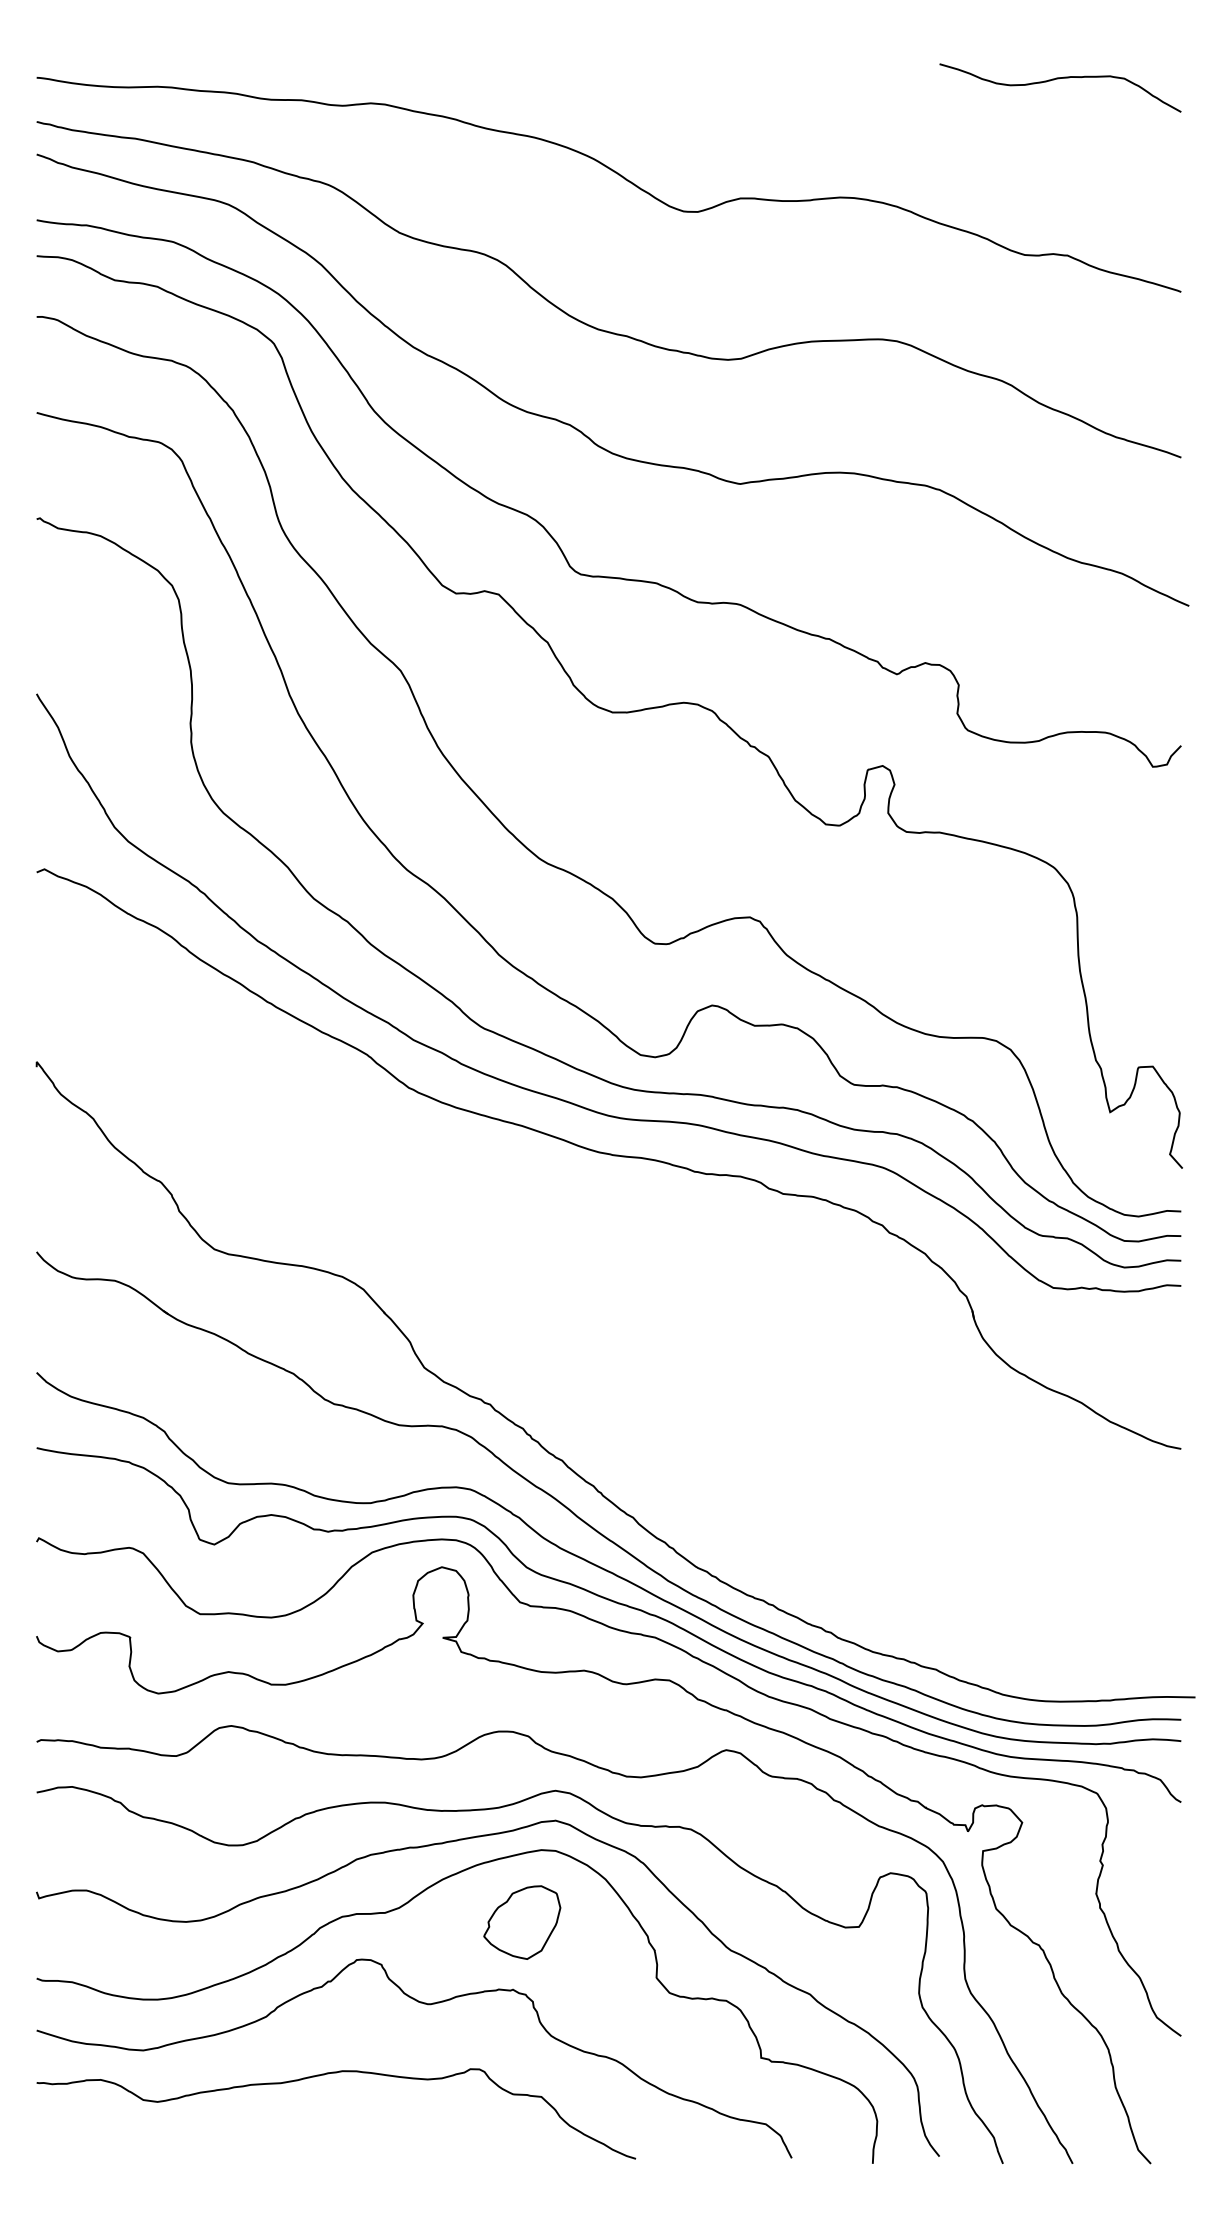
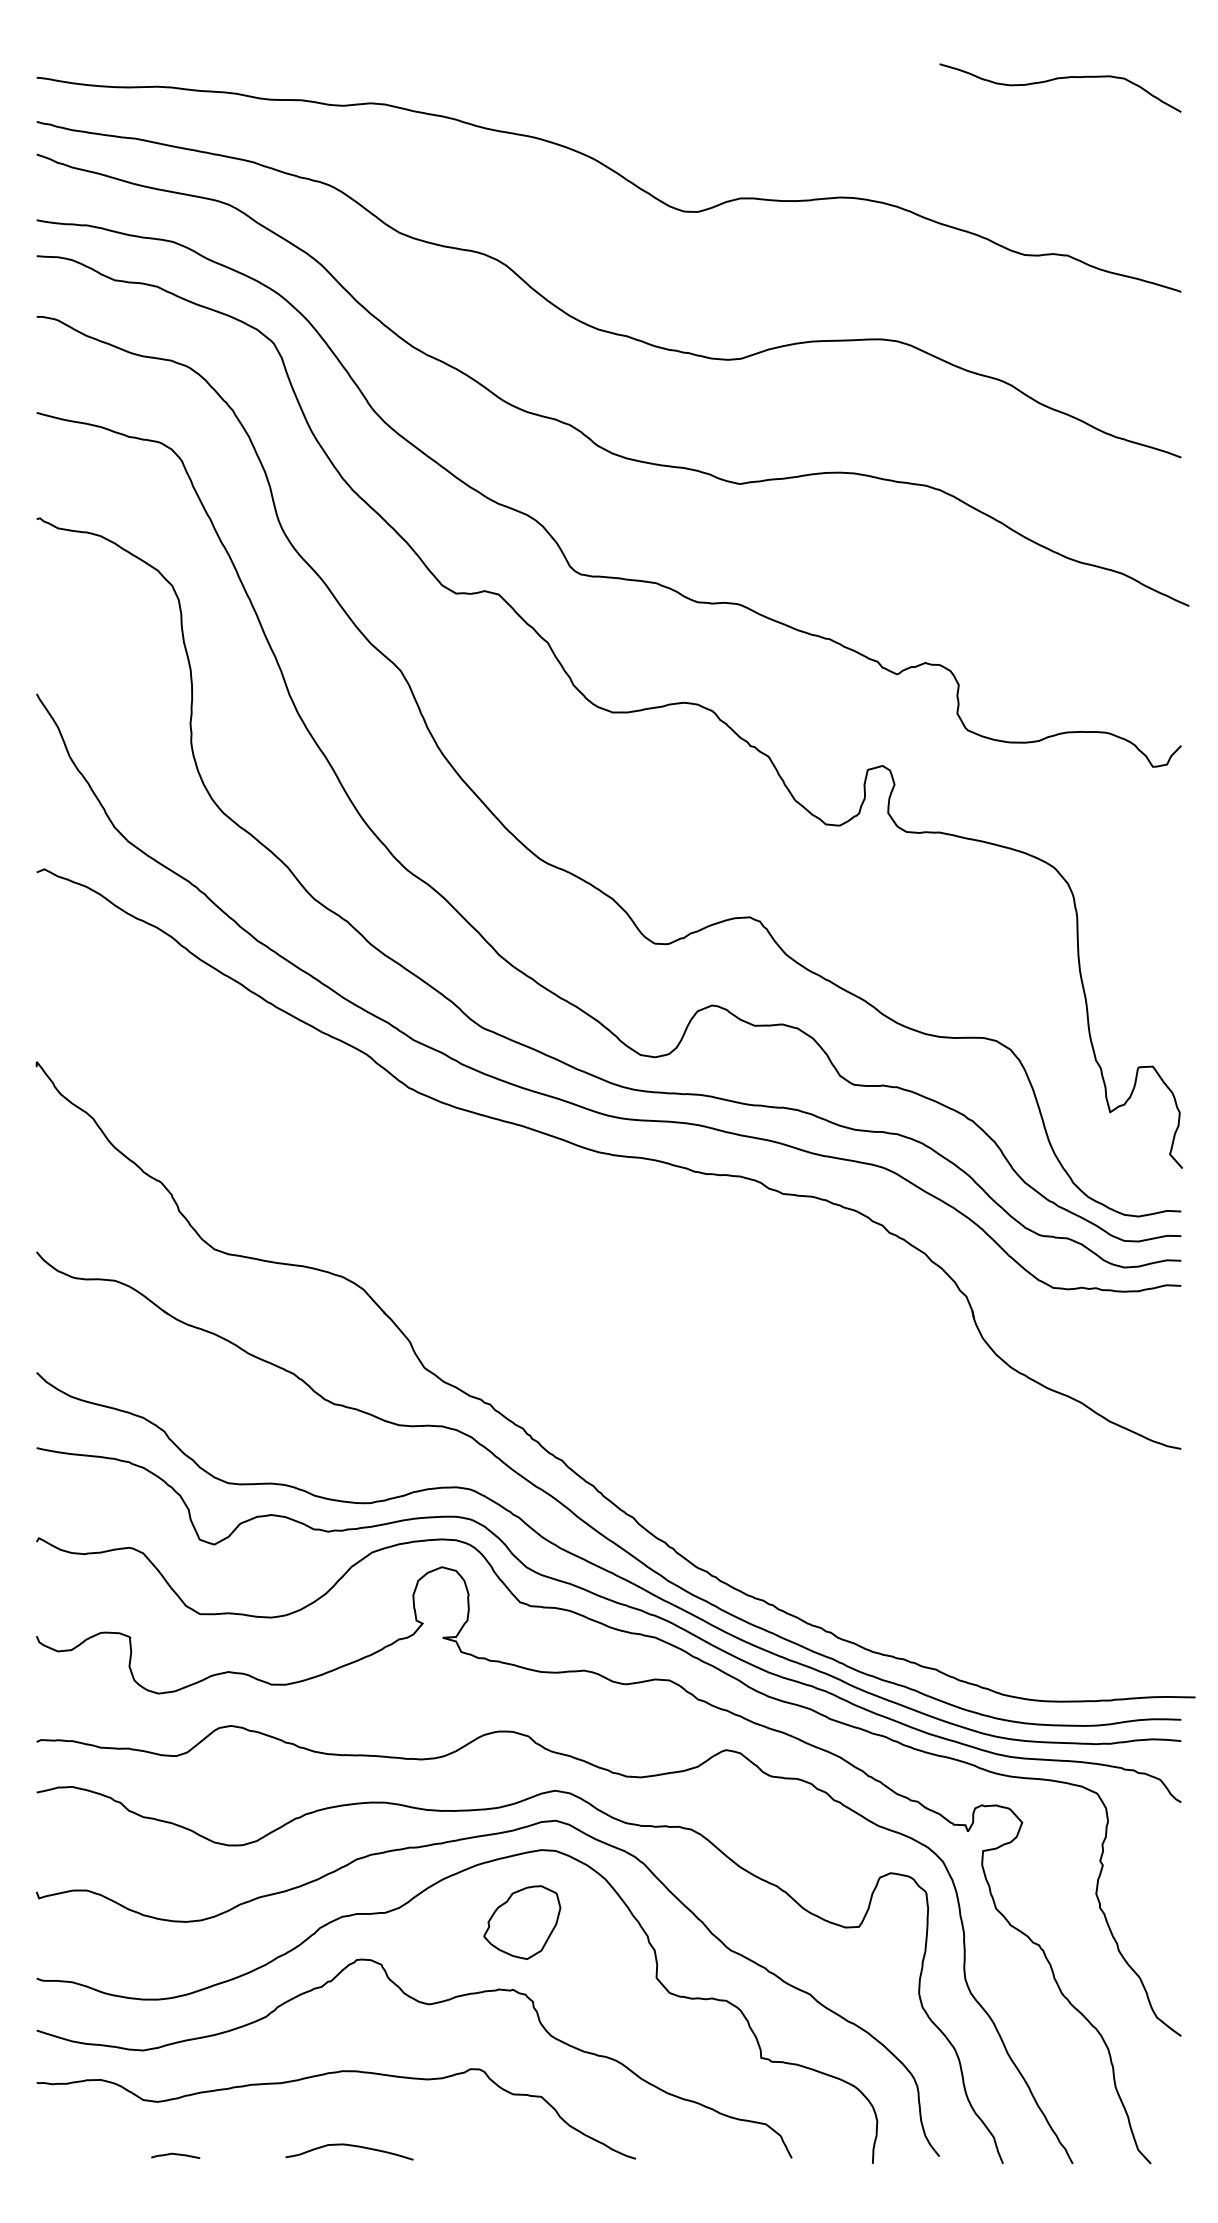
curve at (349, 2146): none -> present
curve at (175, 2155): none -> present
